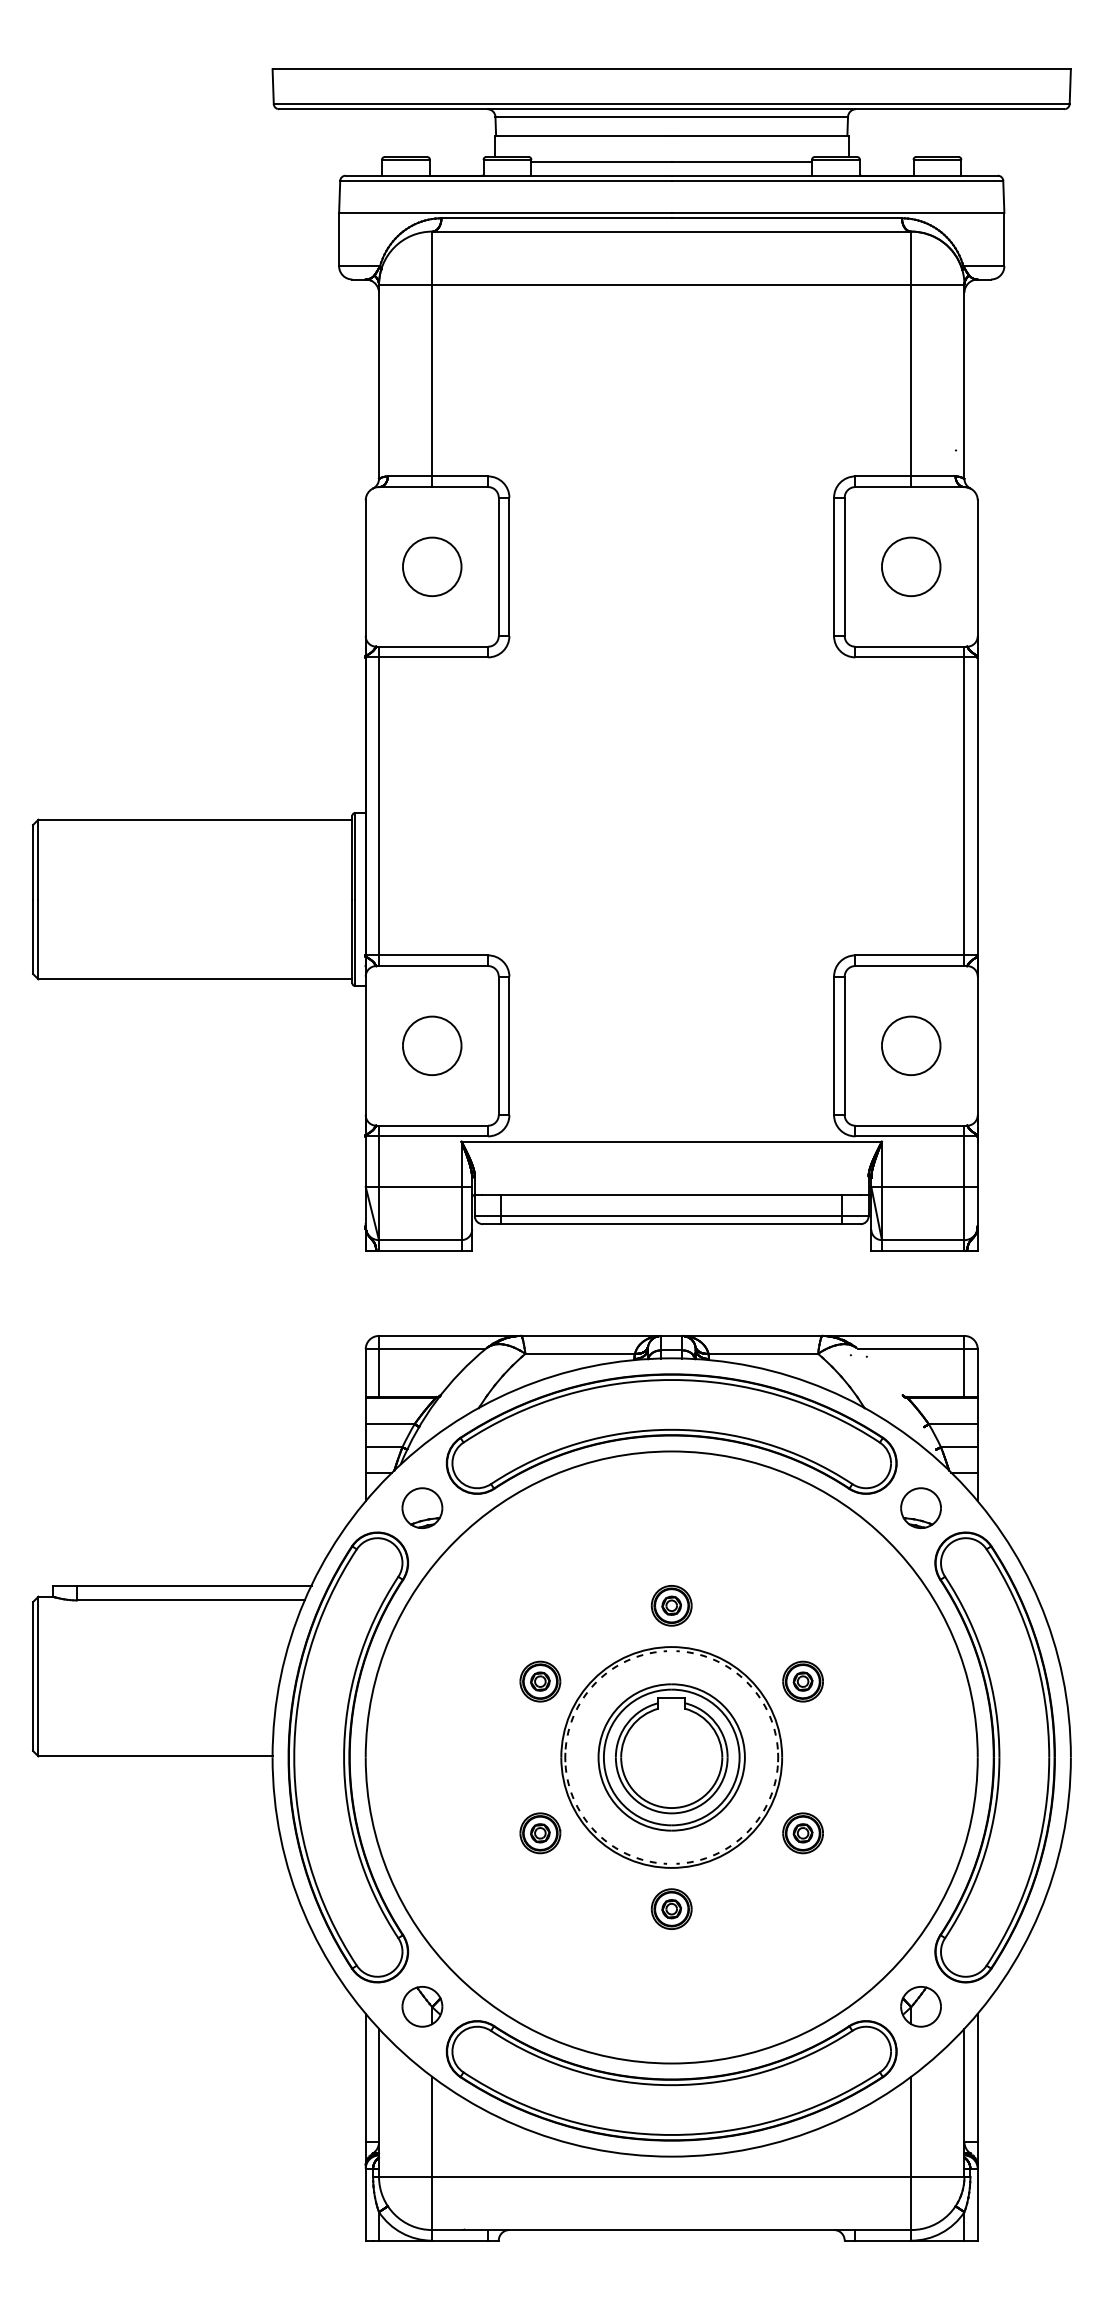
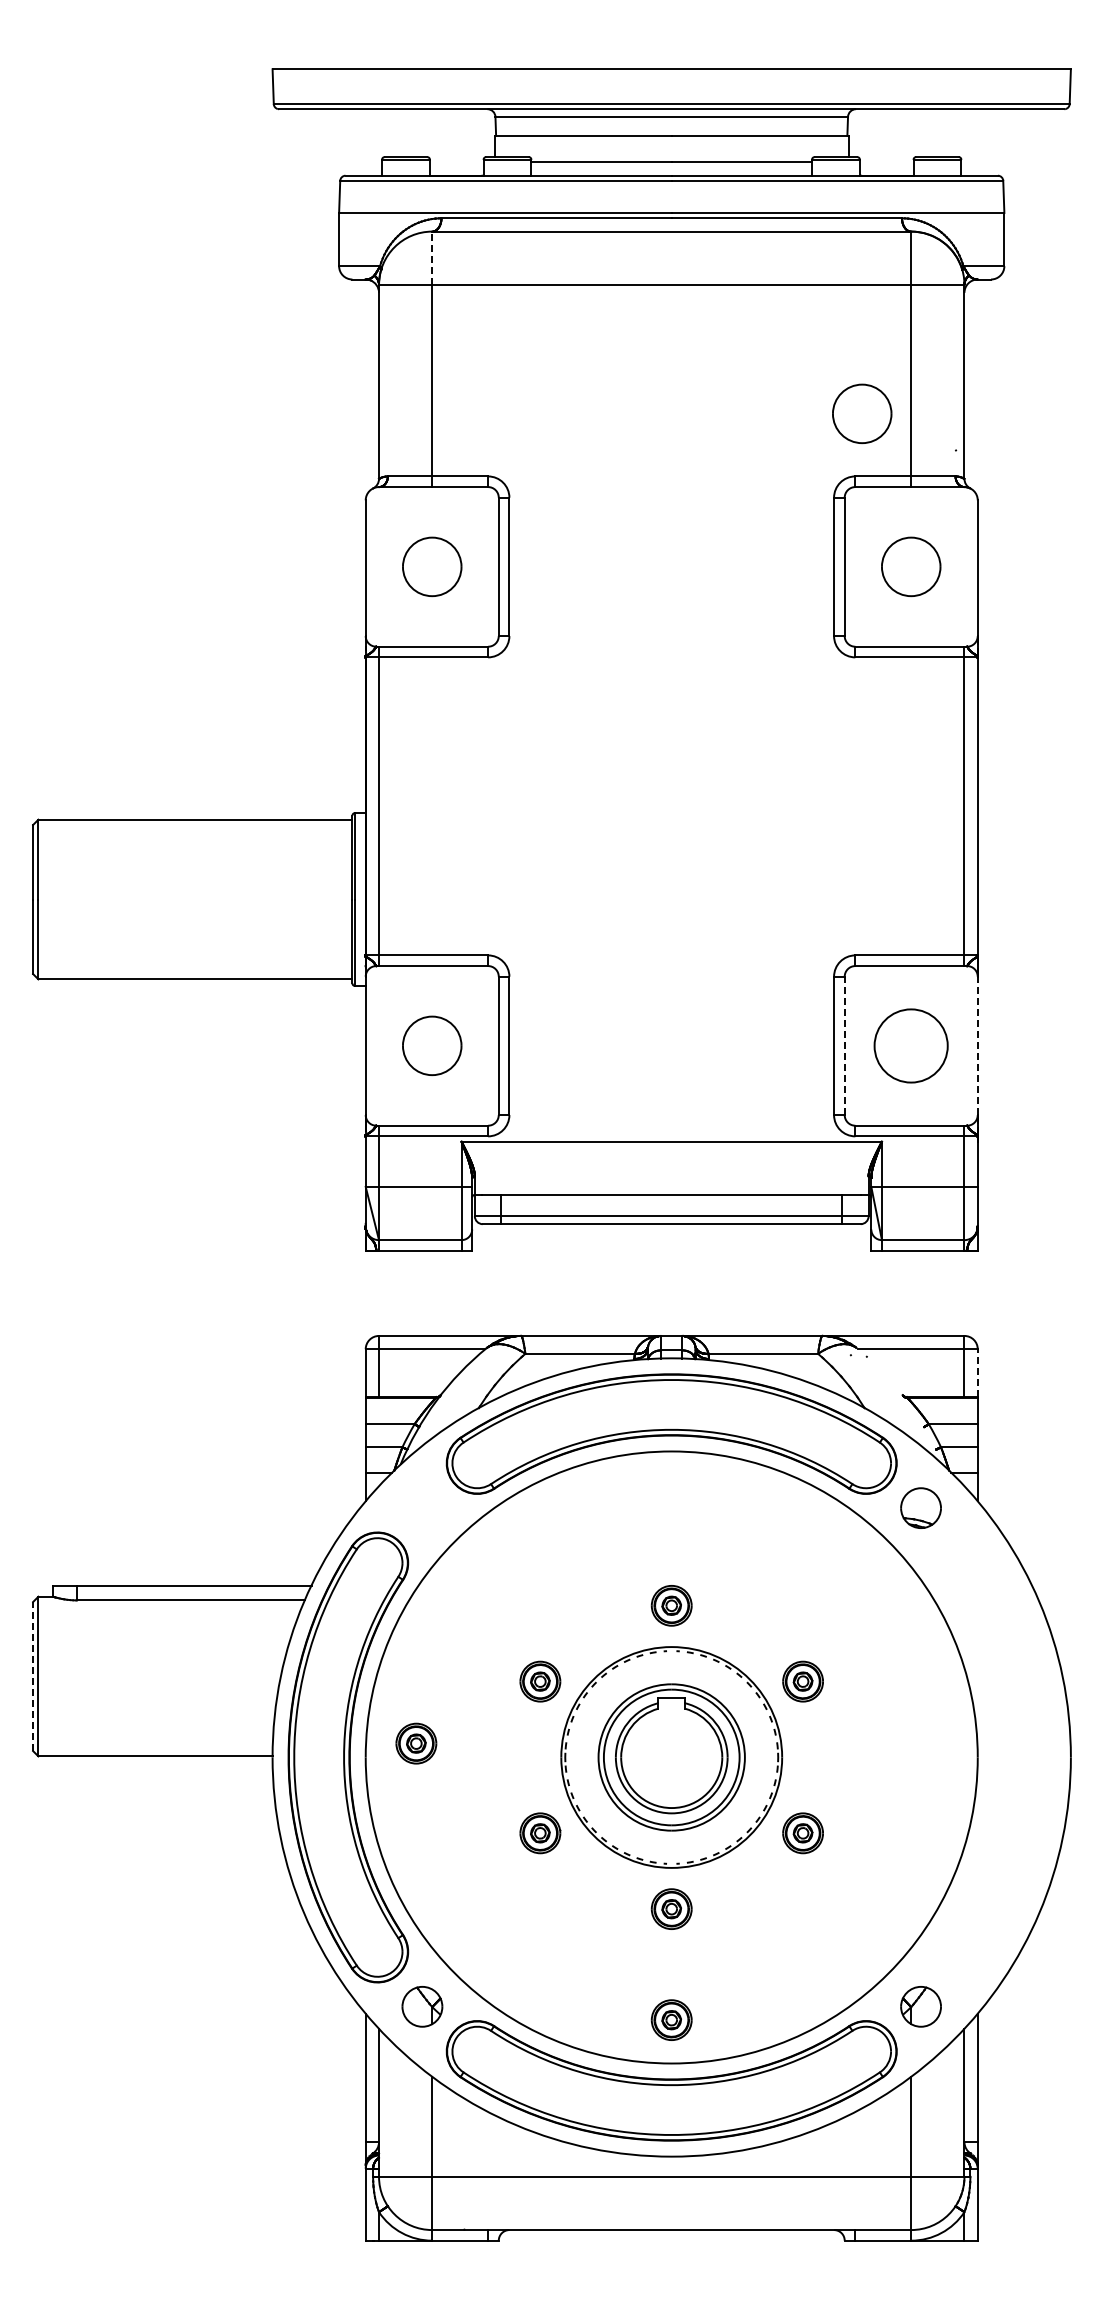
line at (432, 258): solid -> dashed
part at (862, 413): none -> present
line at (844, 1045): solid -> dashed
part at (911, 1045) size: 61x61 px -> 76x76 px
line at (977, 1045): solid -> dashed
line at (977, 1373): solid -> dashed
part at (422, 1507): present -> none
line at (33, 1676): solid -> dashed
part at (416, 1743): none -> present
part at (994, 1757): present -> none
part at (671, 2019): none -> present
